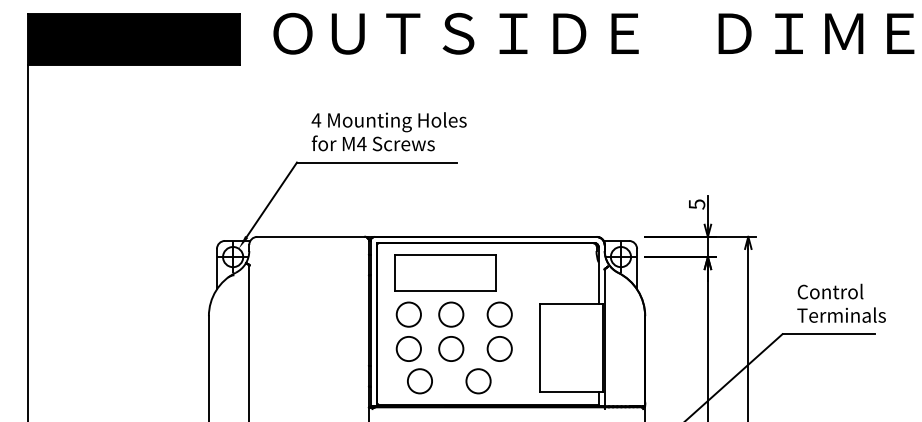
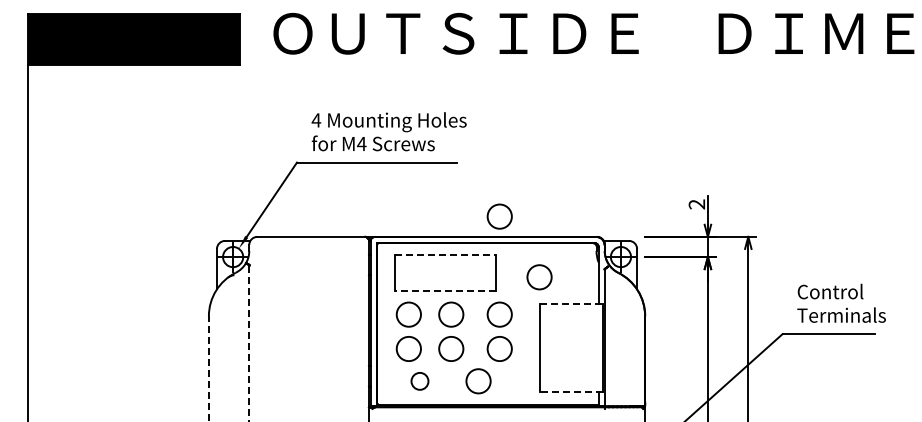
text at (696, 204): 5 -> 2
circle at (499, 216): none -> present
line at (445, 255): solid -> dashed
circle at (539, 277): none -> present
line at (444, 291): solid -> dashed
line at (571, 303): solid -> dashed
line at (249, 343): solid -> dashed
line at (208, 368): solid -> dashed
circle at (419, 381) size: 26x27 px -> 20x19 px
line at (570, 391): solid -> dashed
